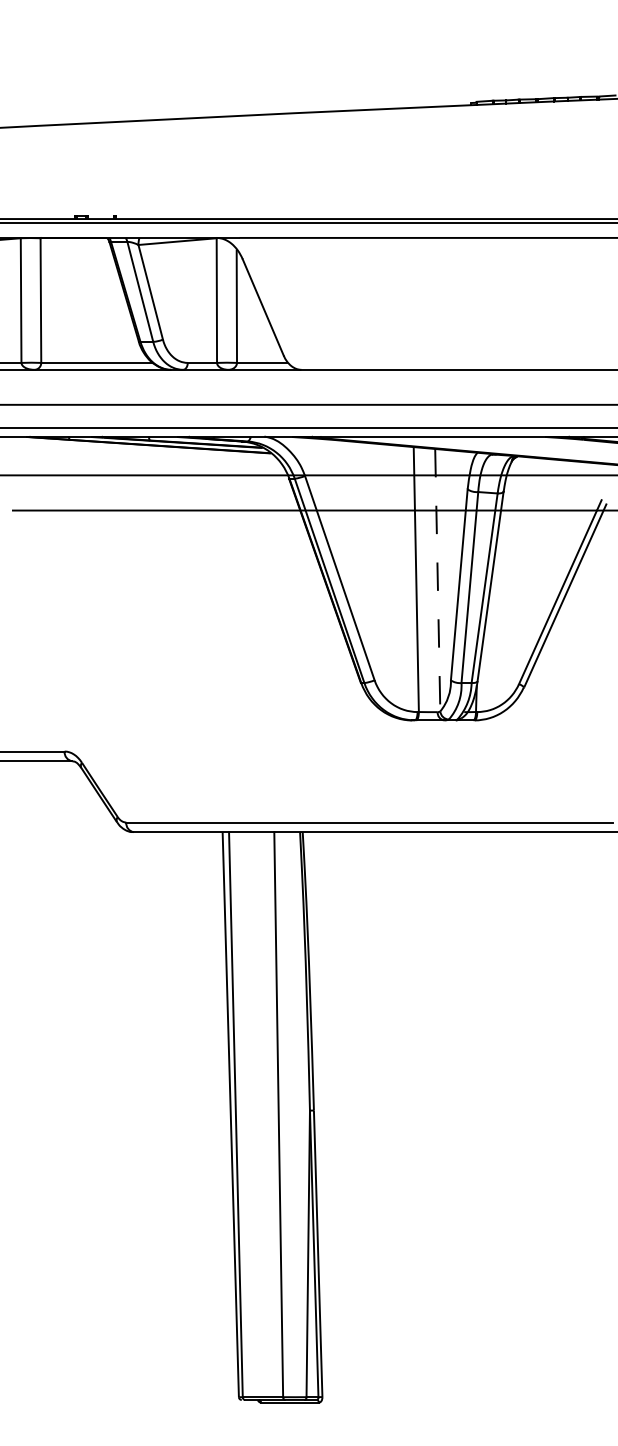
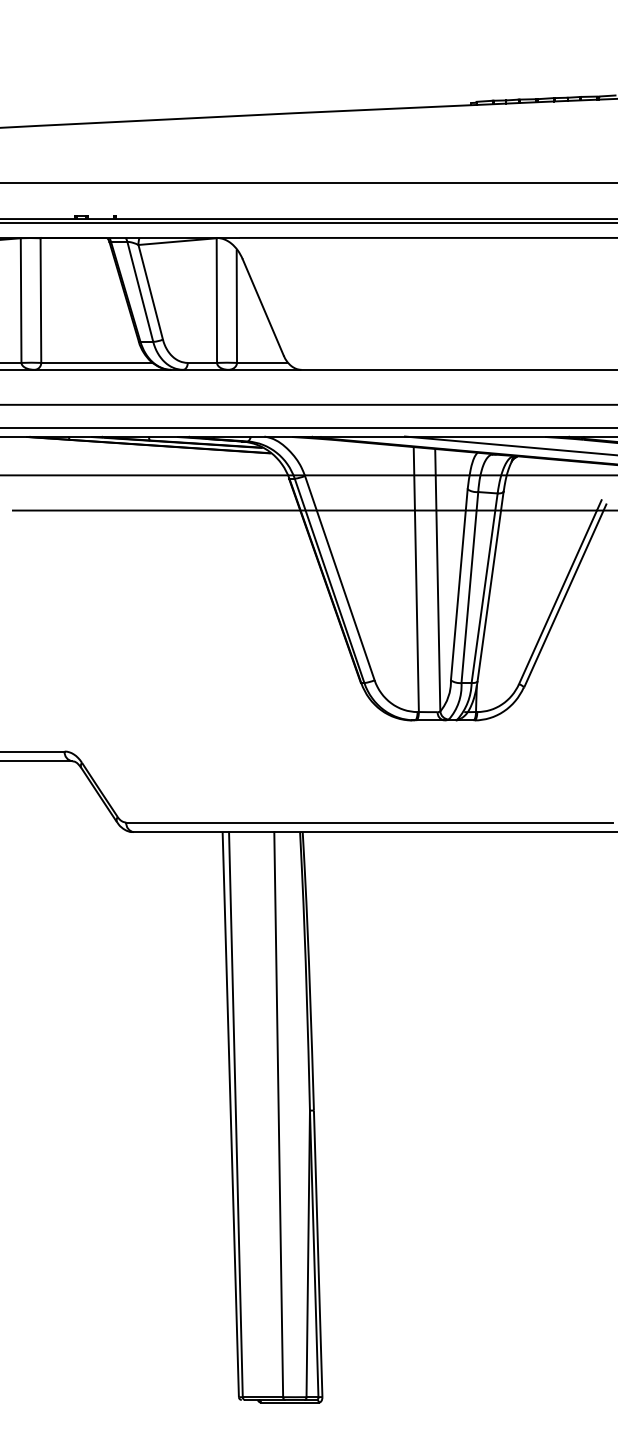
line at (308, 182): none -> present
line at (509, 445): none -> present
line at (437, 580): dashed -> solid
